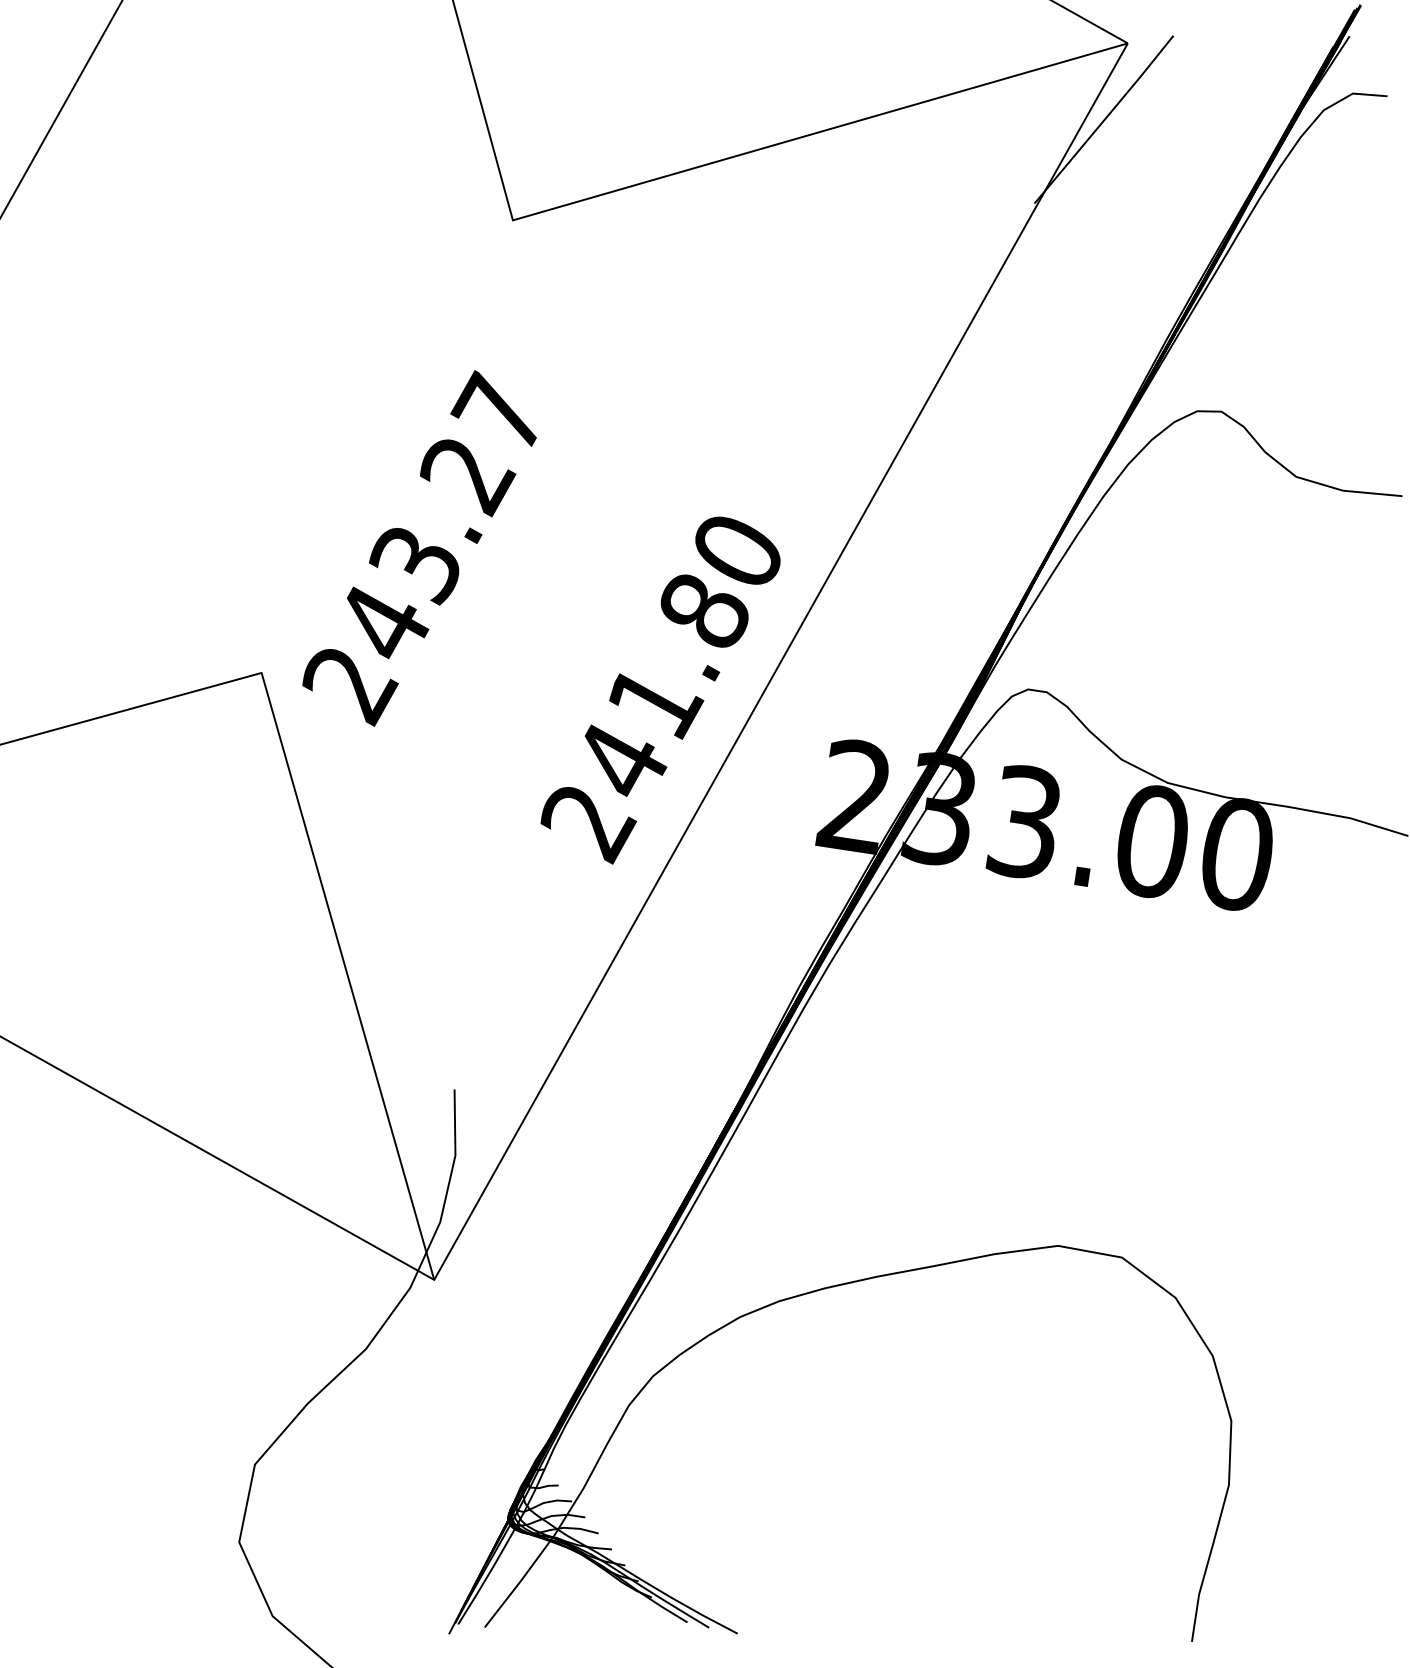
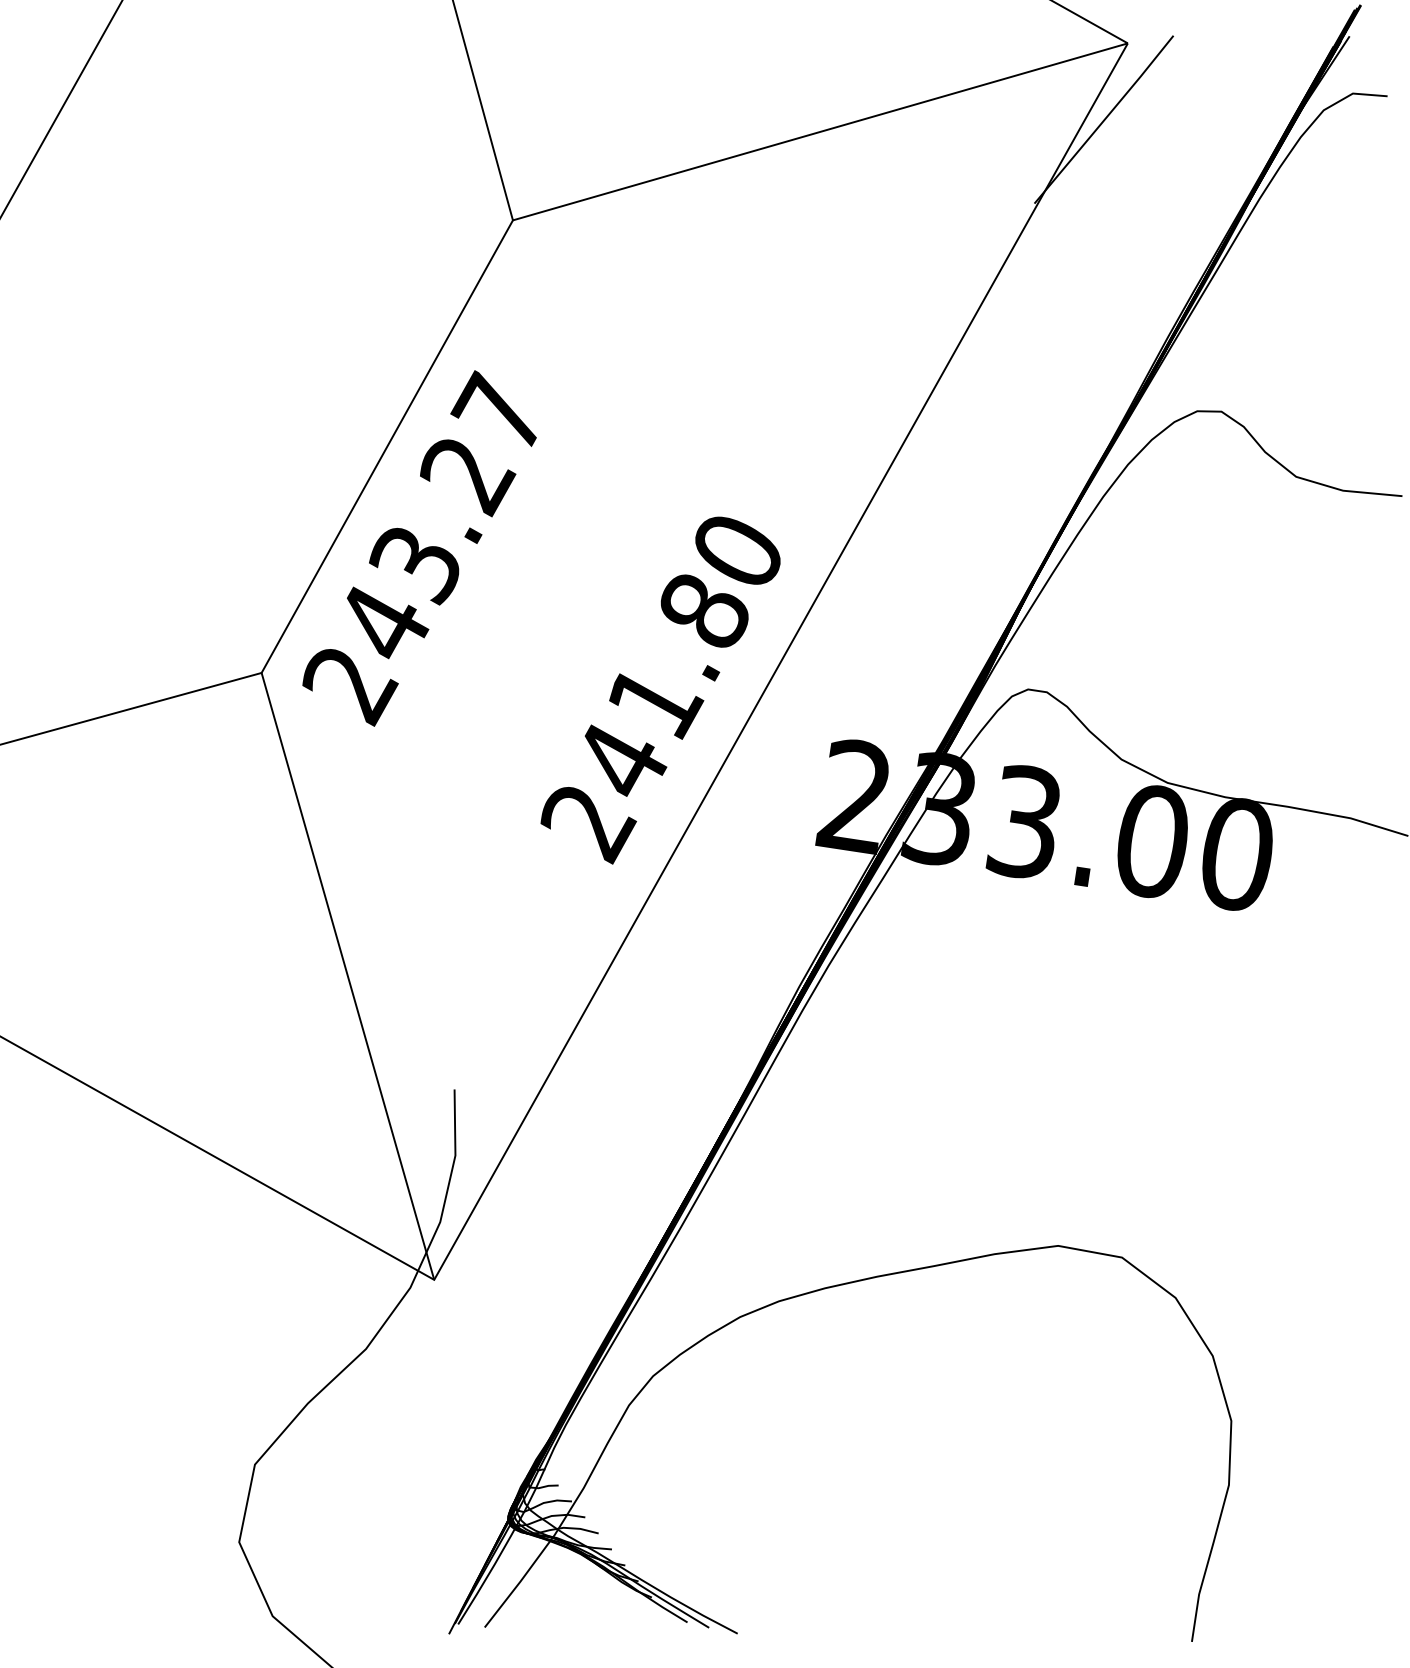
line at (386, 446): none -> present
